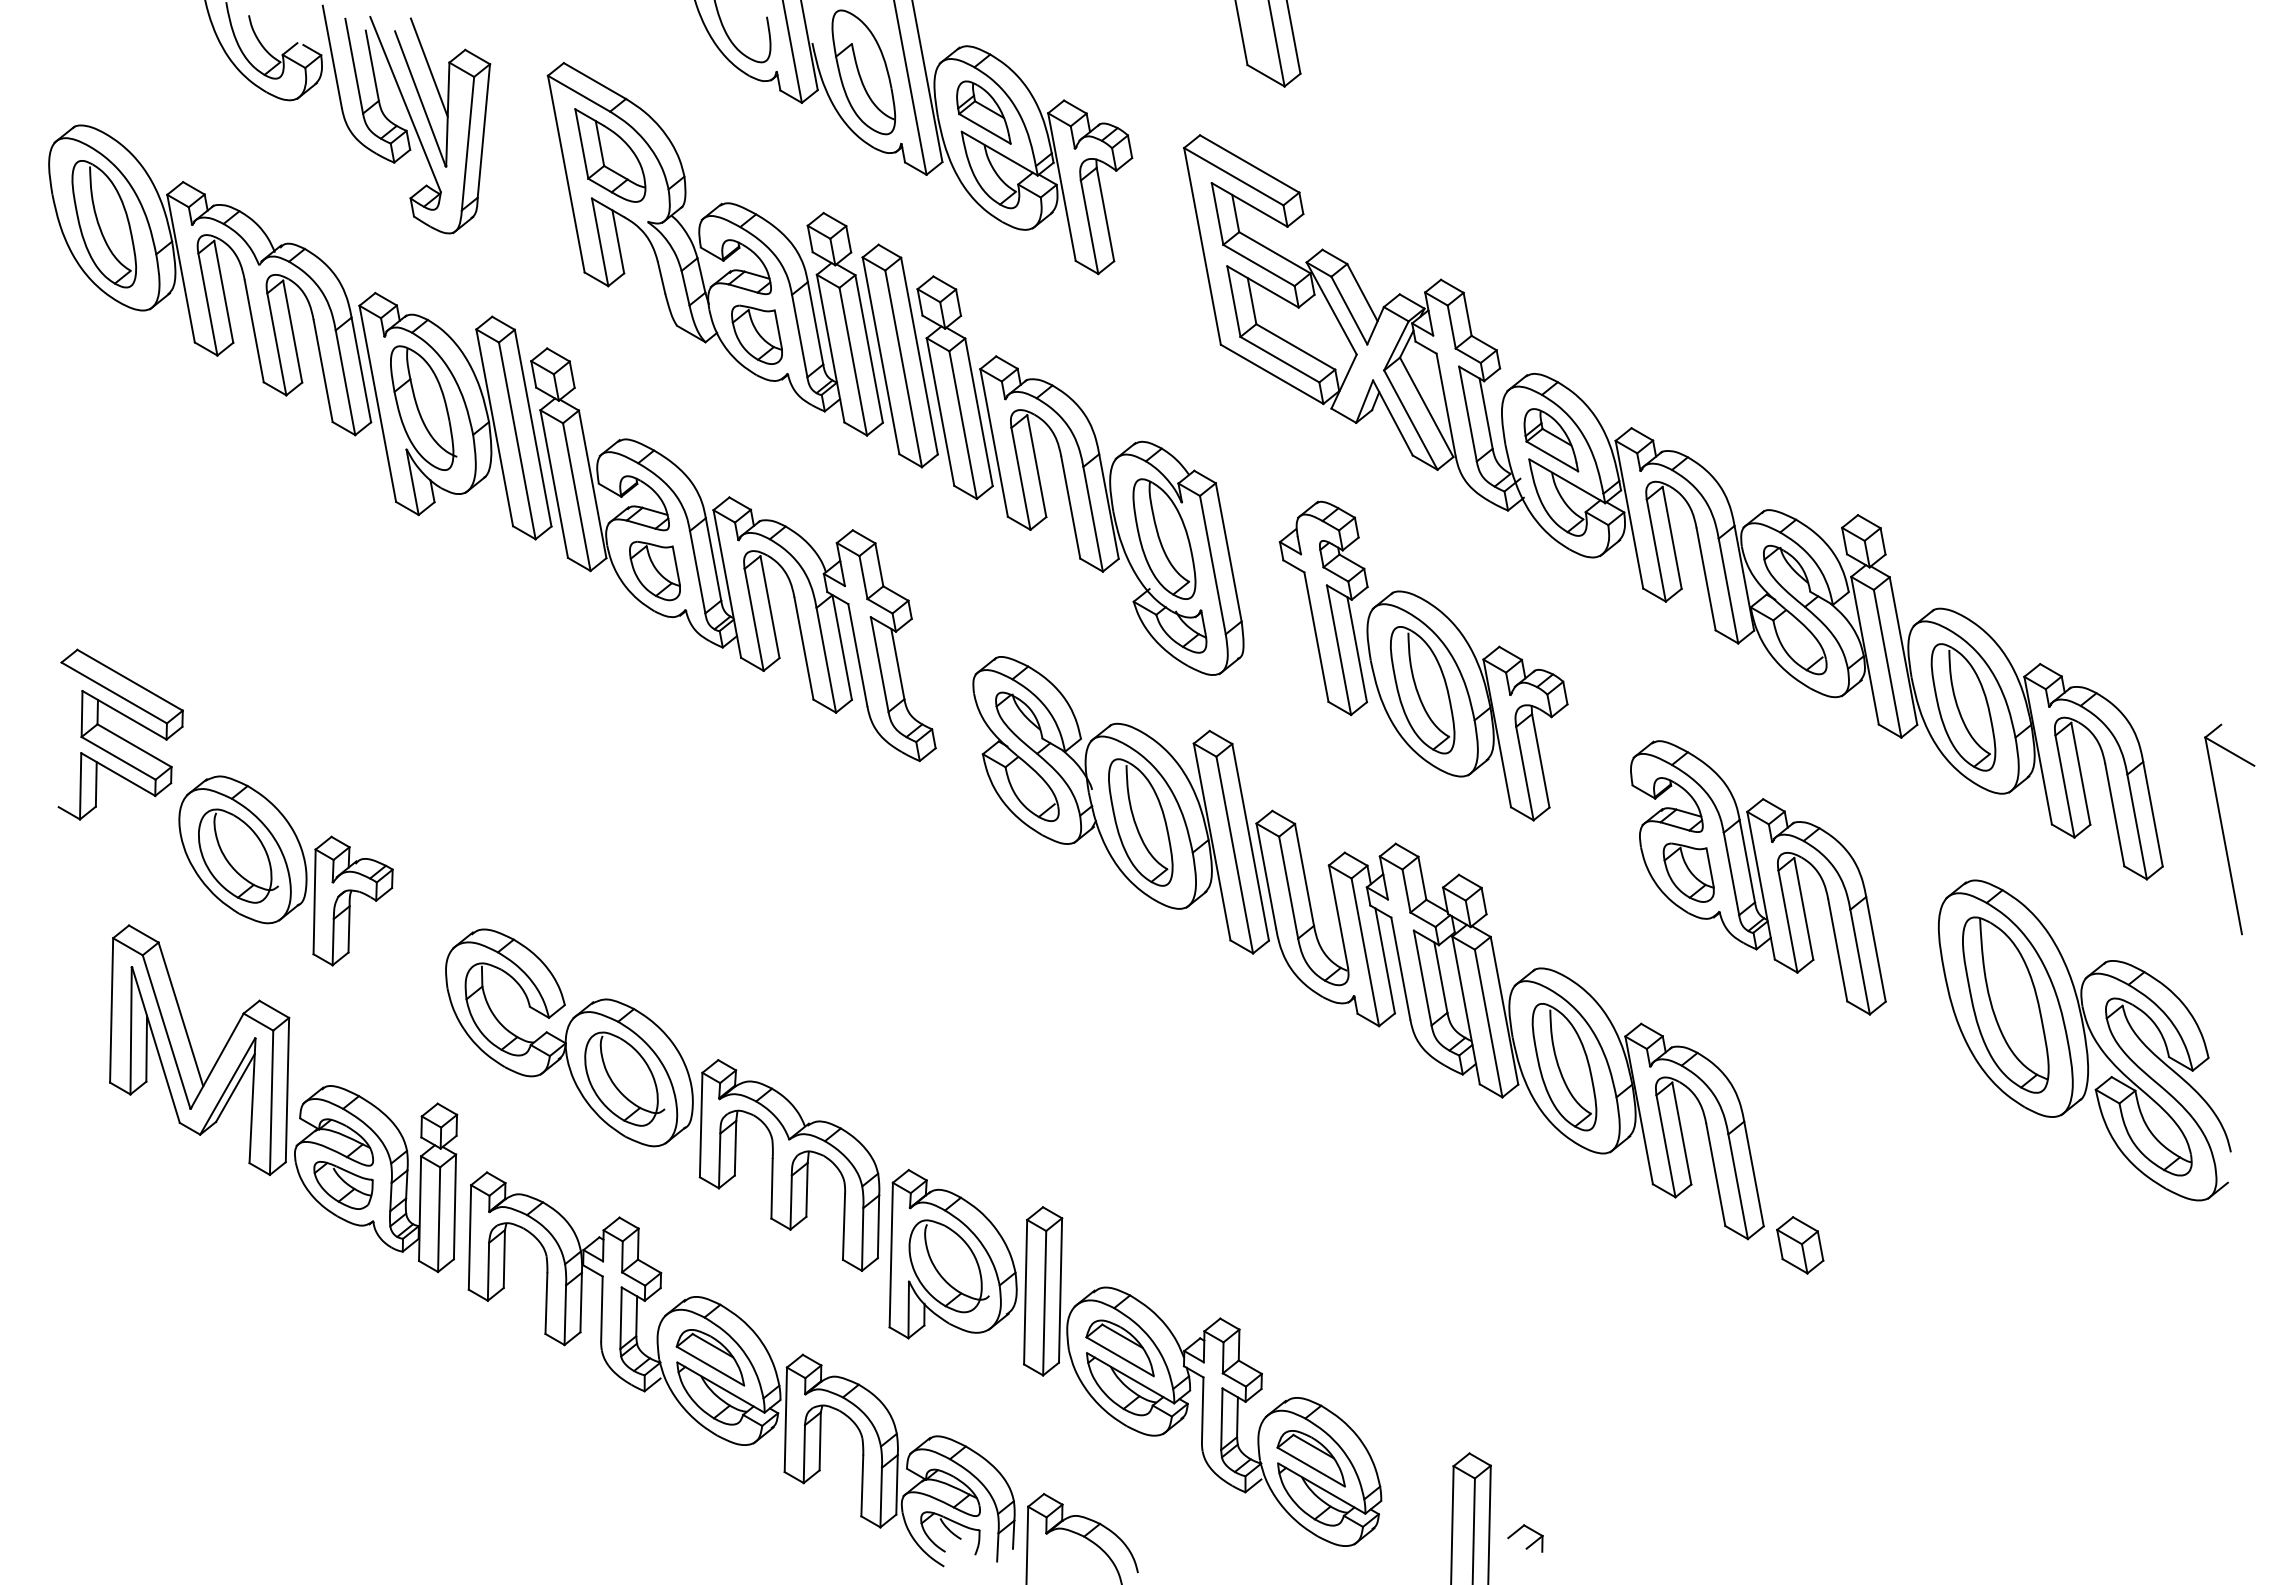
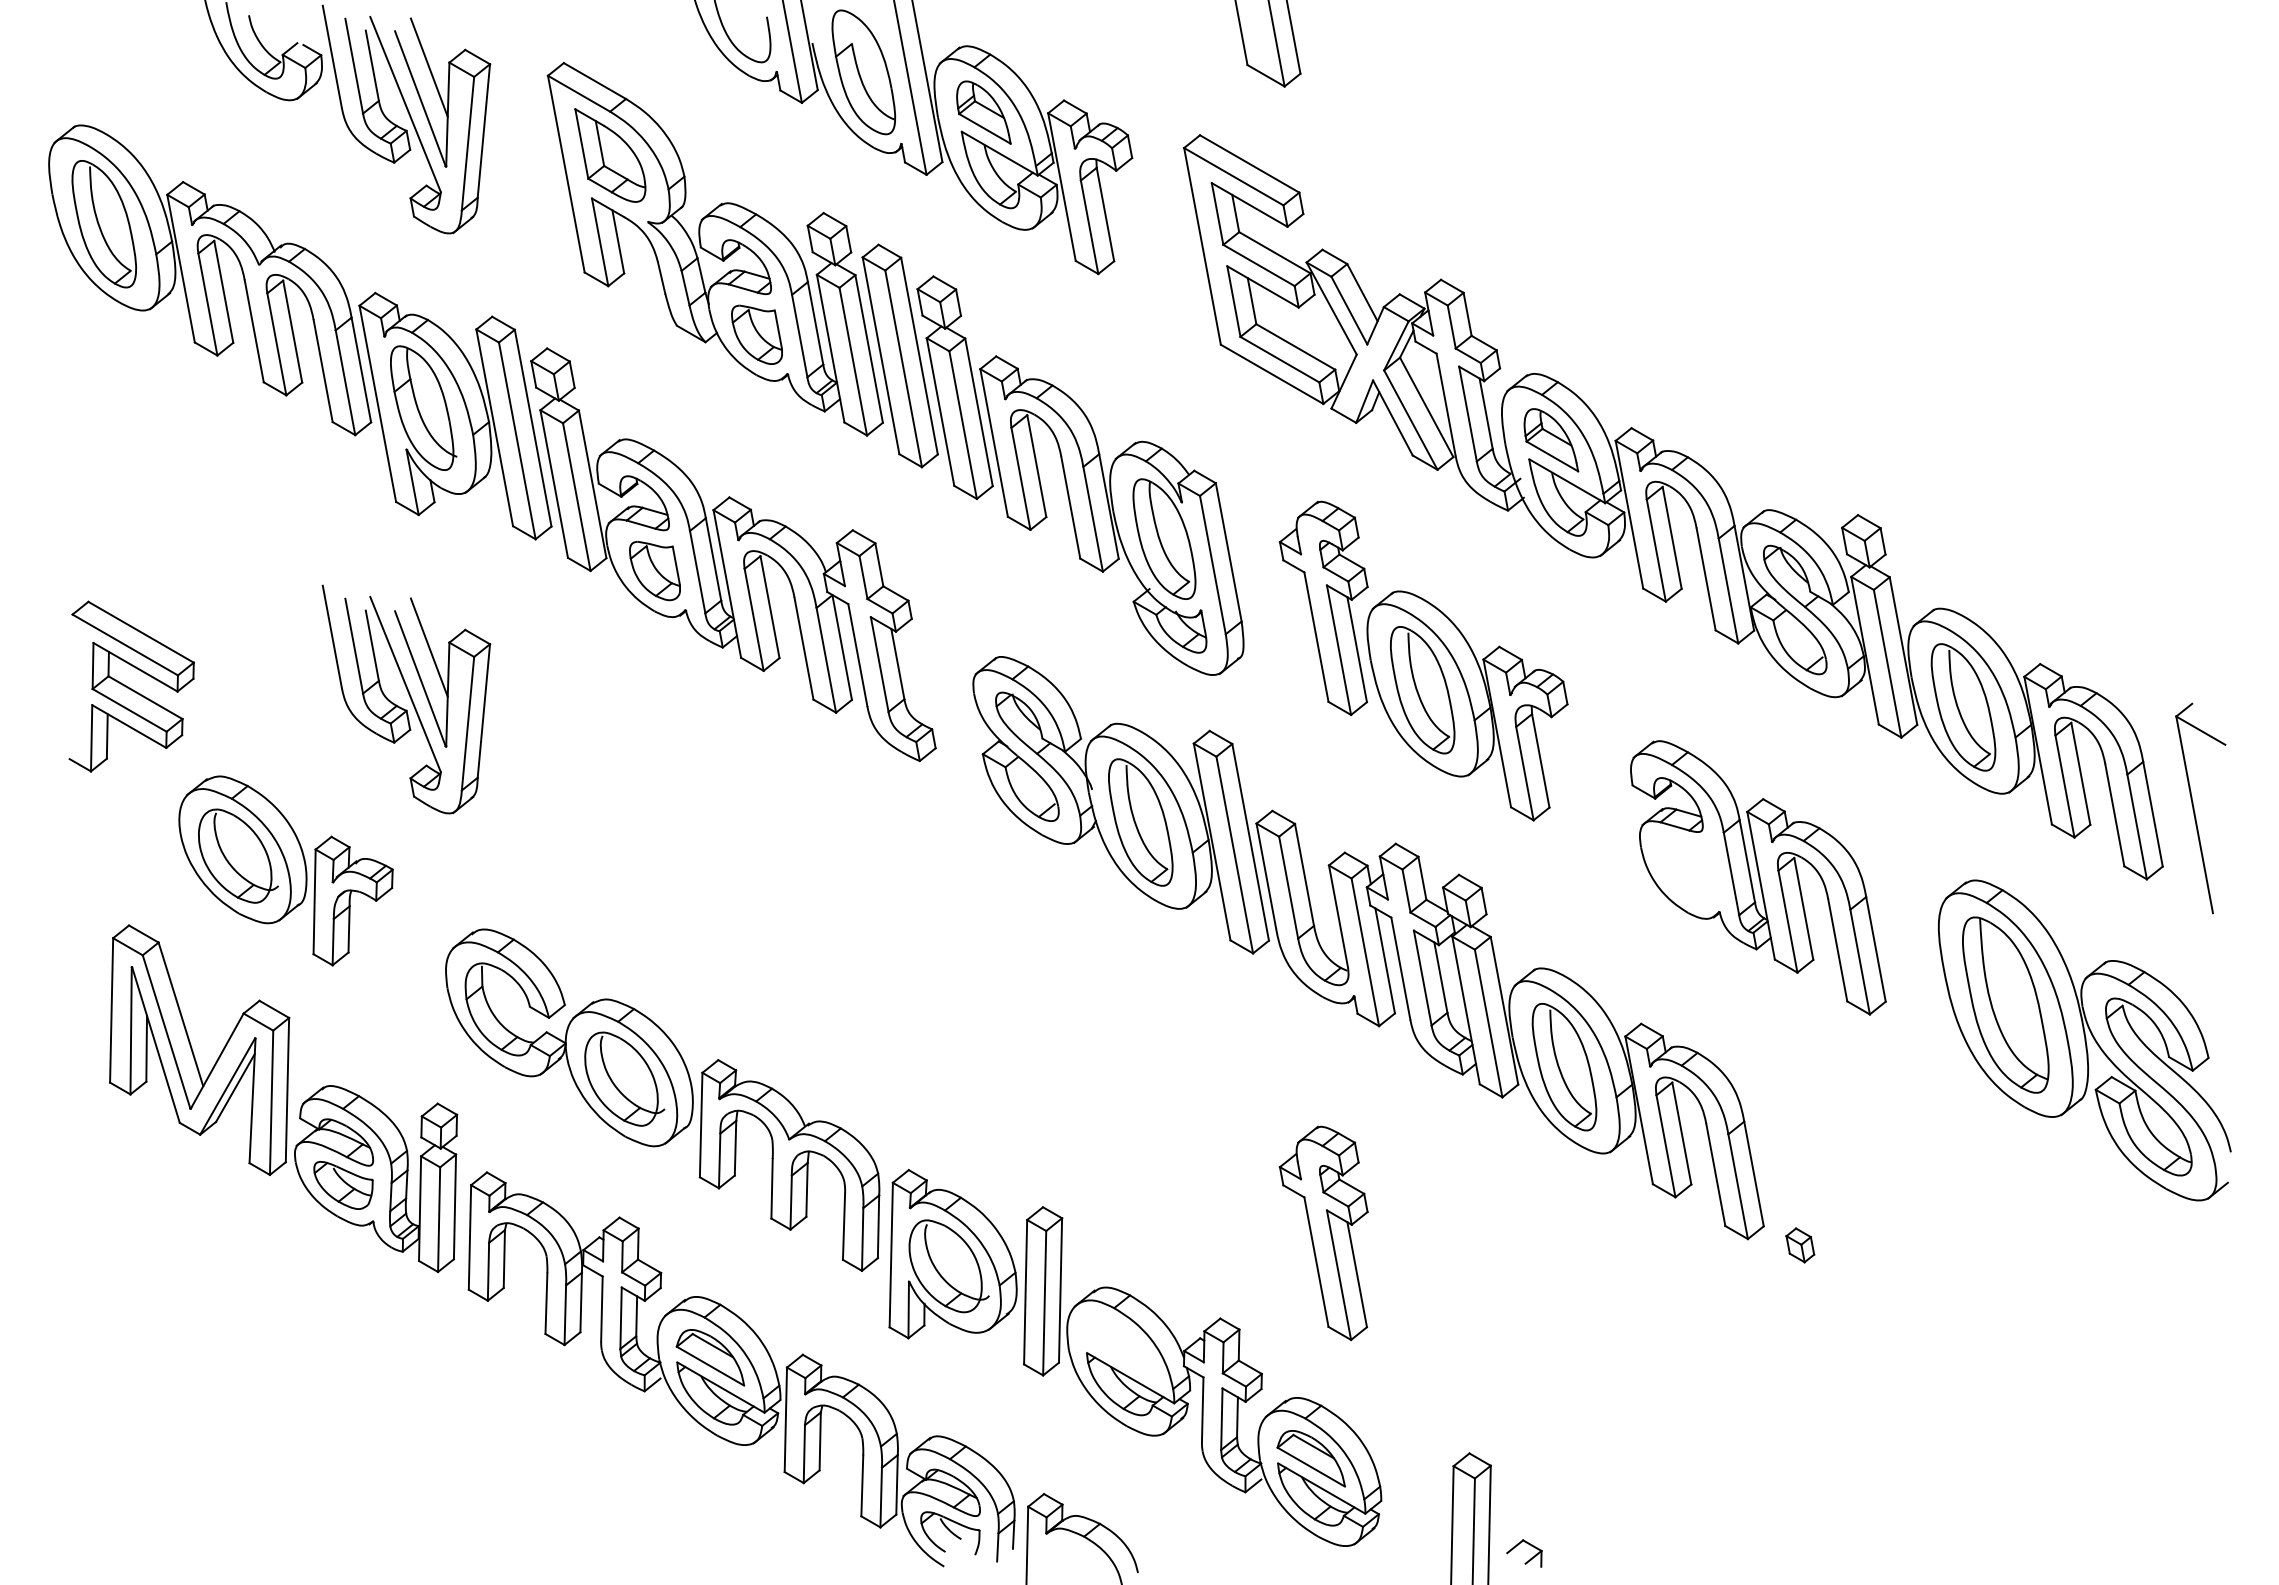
part at (406, 699): none -> present
part at (120, 734) position: (120, 734) -> (131, 686)
part at (2229, 829) position: (2229, 829) -> (2200, 808)
part at (1688, 872): present -> none
part at (1323, 1233): none -> present
part at (1800, 1245) size: 49x59 px -> 31x37 px
part at (1119, 1348): present -> none
part at (1531, 1543) position: (1531, 1543) -> (1530, 1558)
